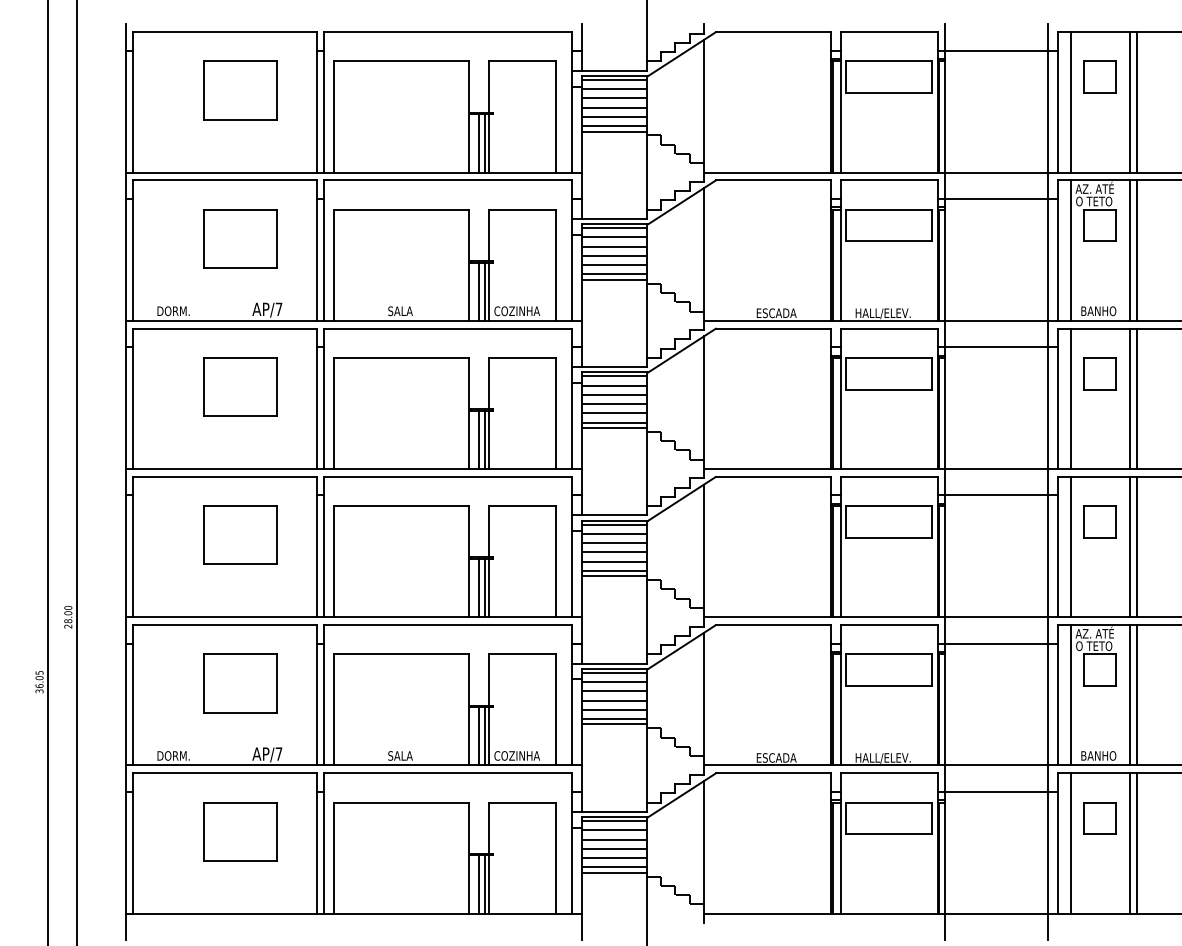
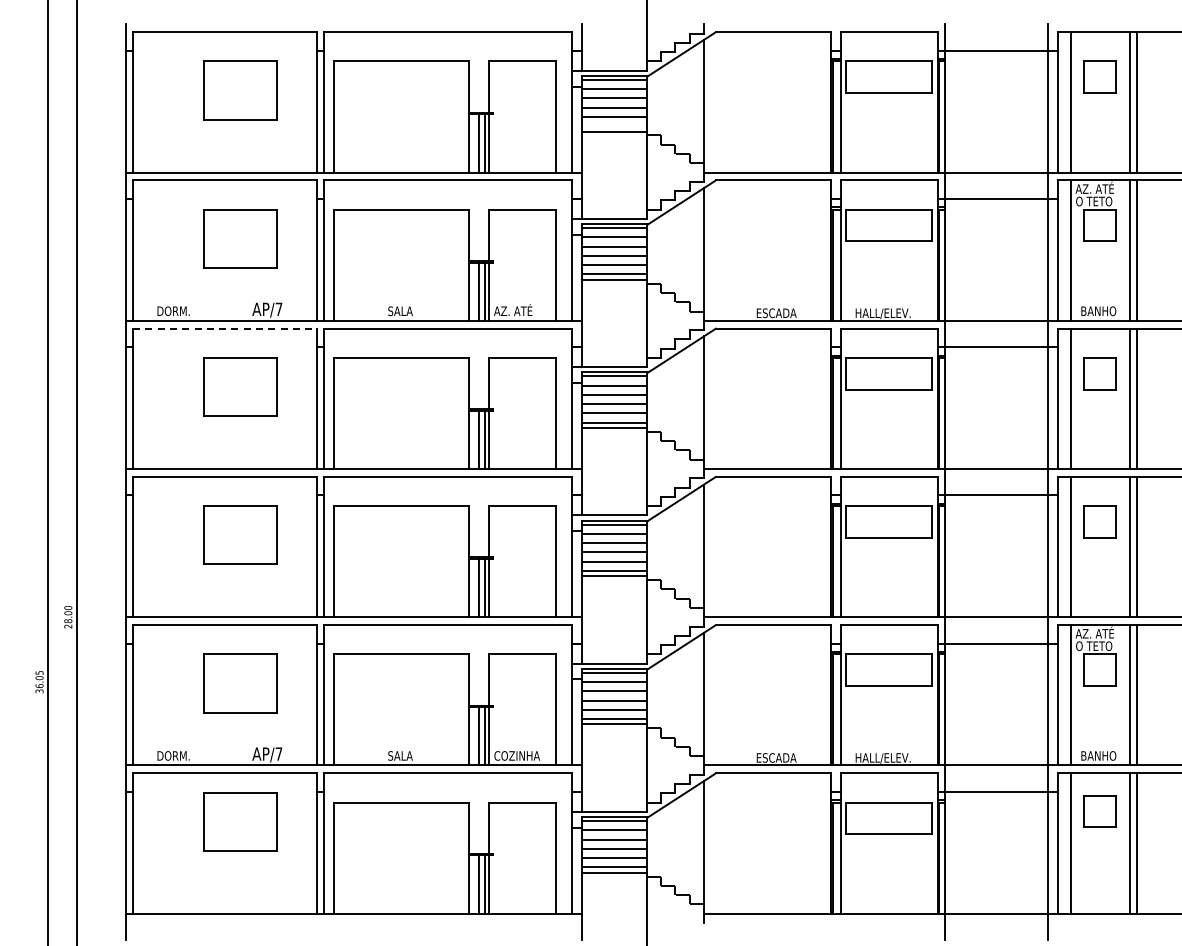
line at (614, 126): present -> none
text at (516, 310): COZINHA -> AZ. ATÉ
line at (224, 328): solid -> dashed
part at (1099, 818) position: (1099, 818) -> (1099, 811)
part at (240, 831) position: (240, 831) -> (240, 821)
